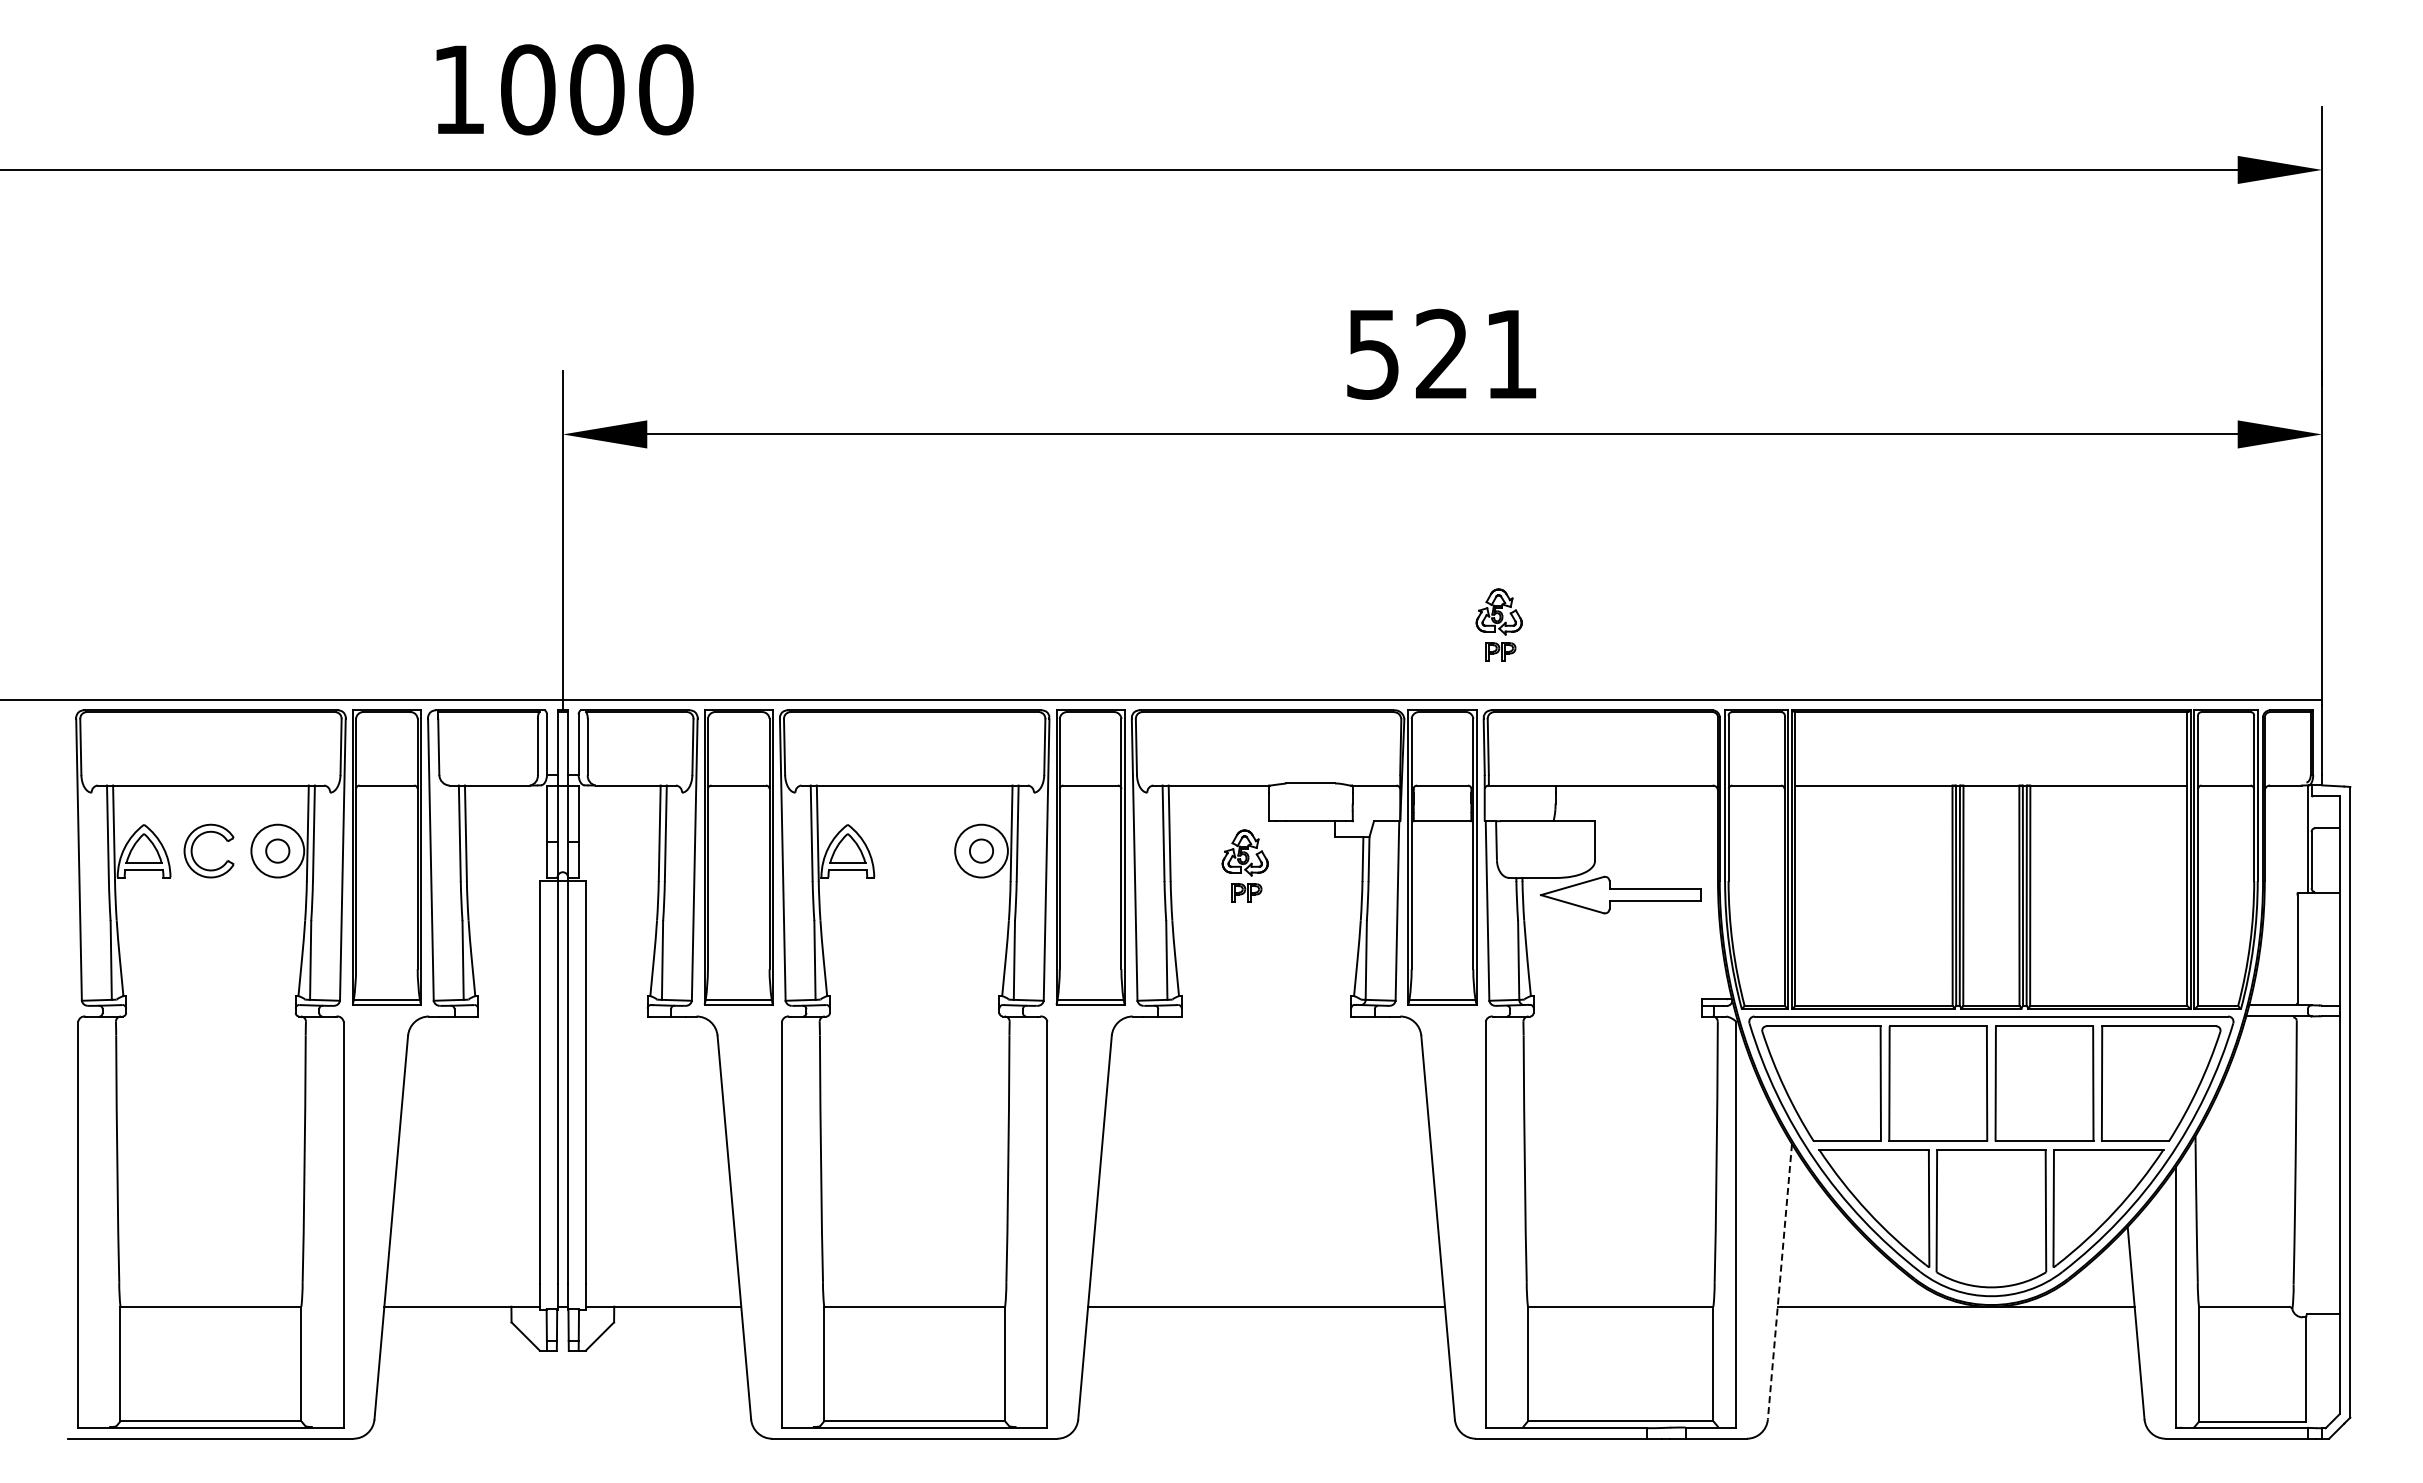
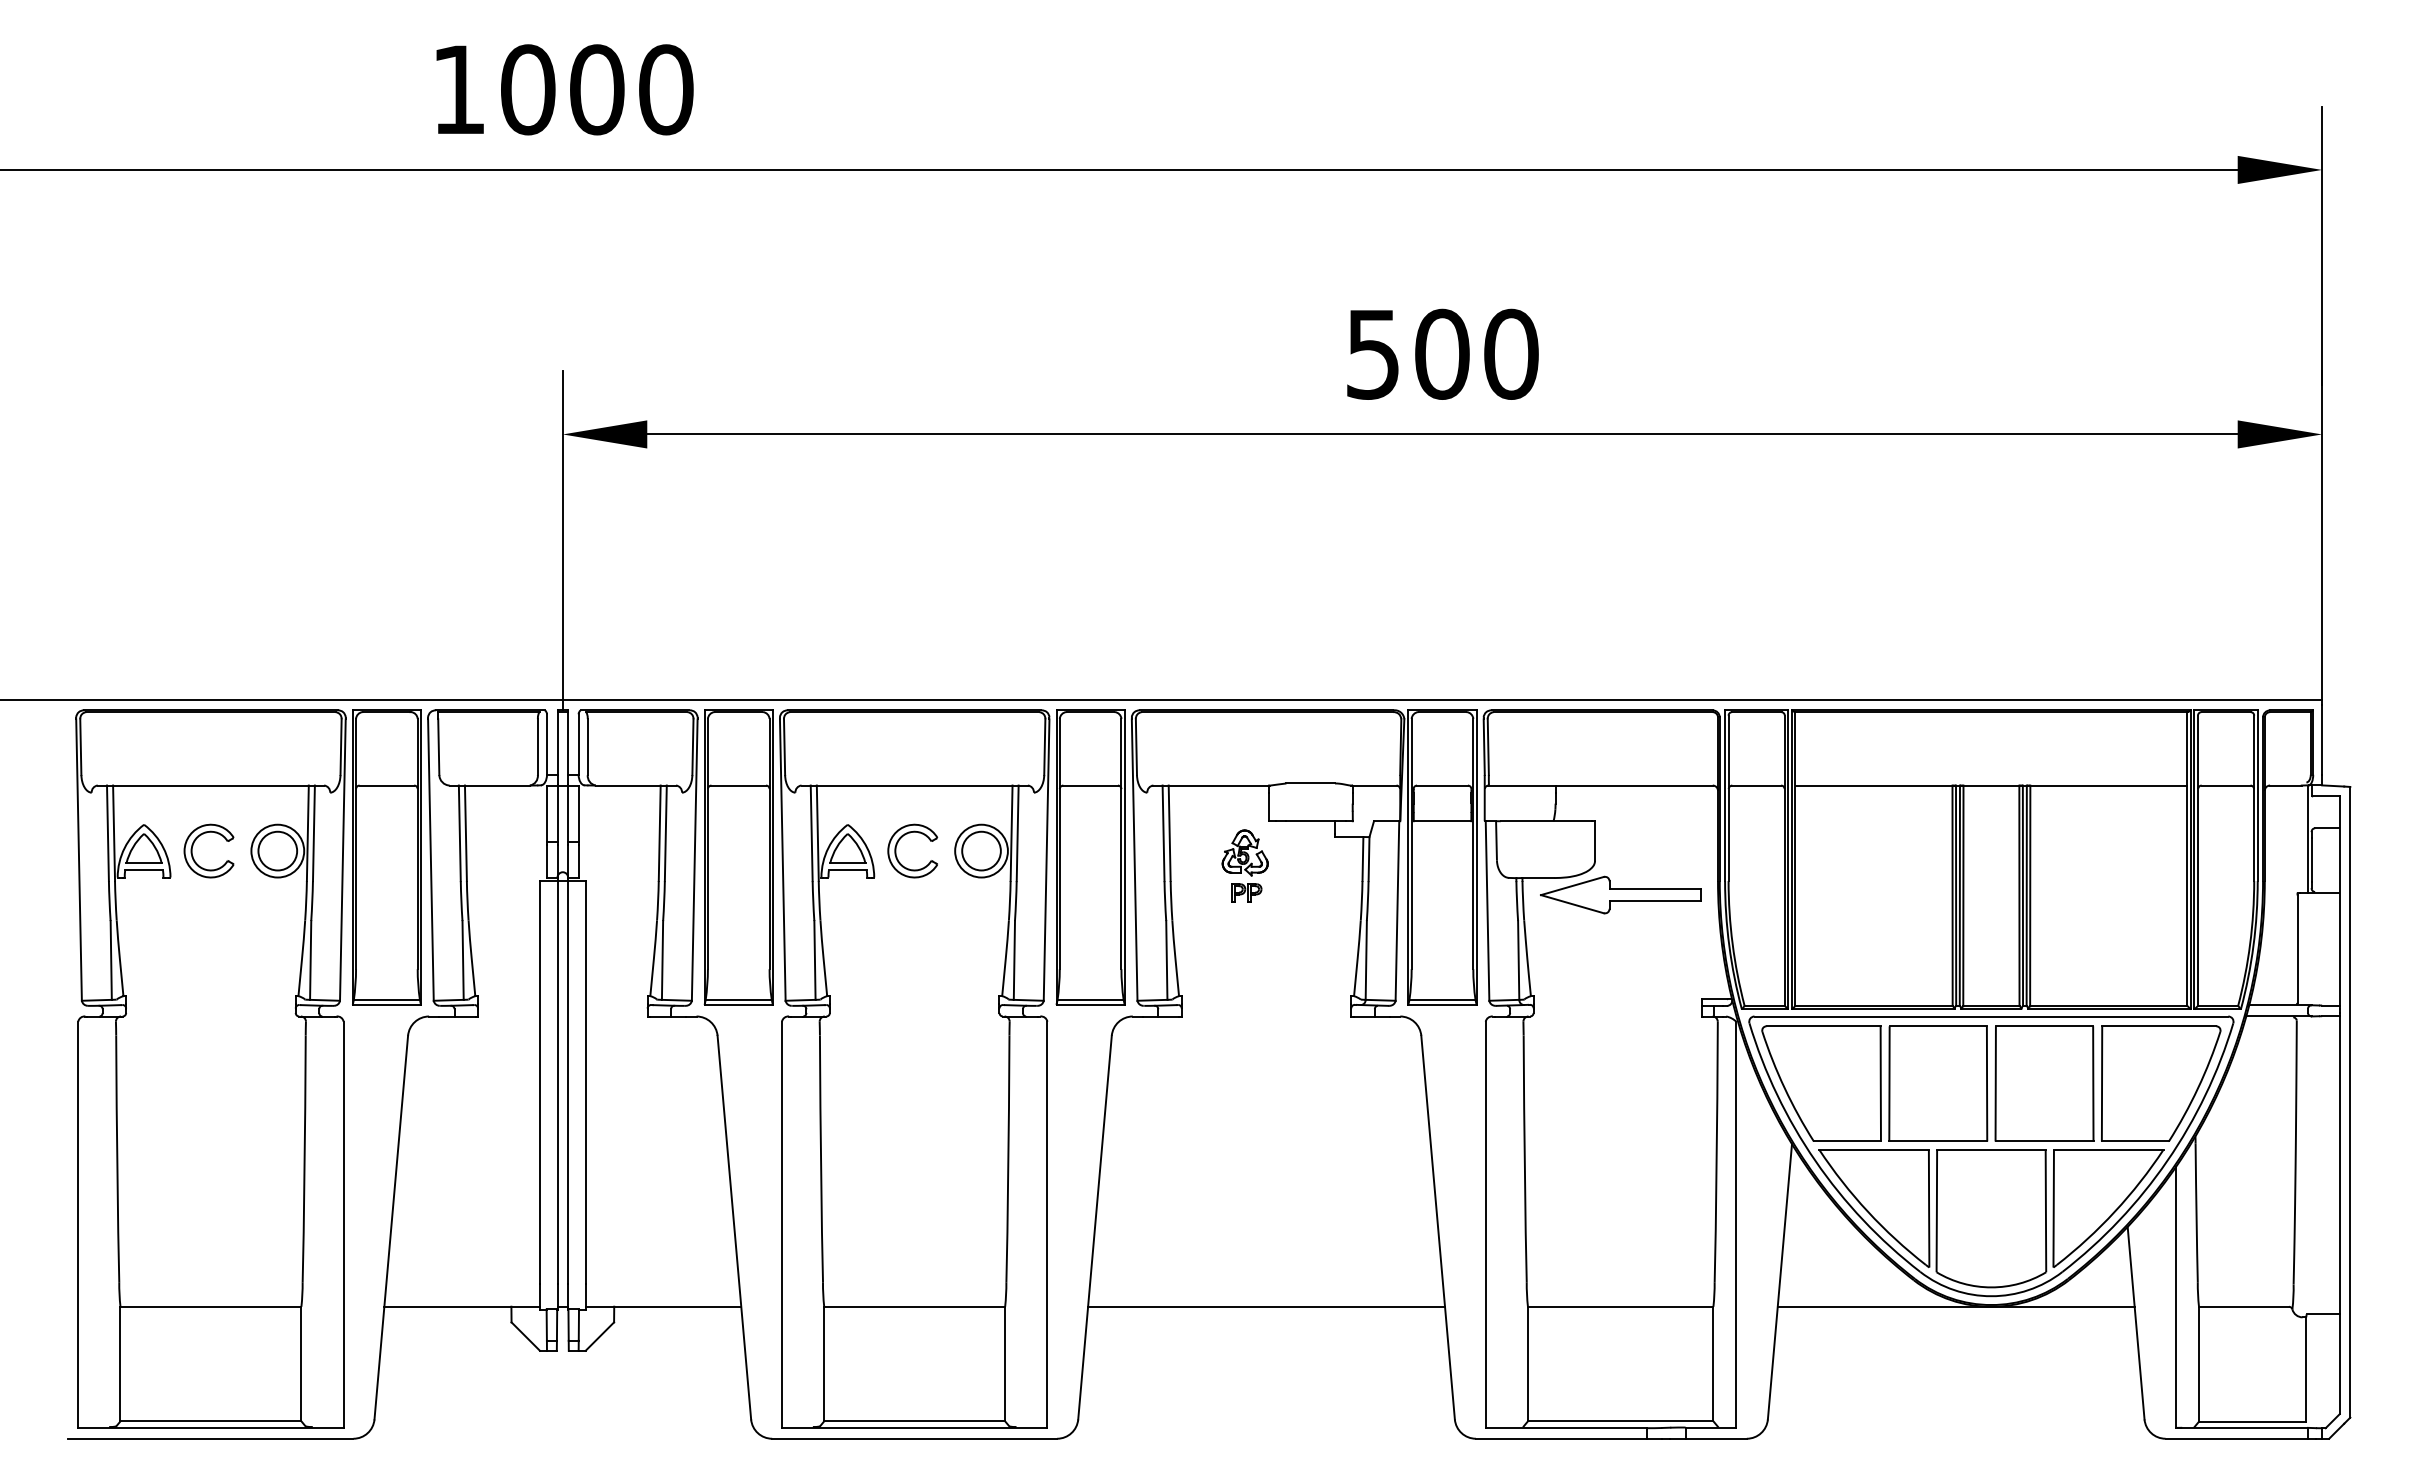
text at (1476, 353): 521 -> 500
part at (1498, 624): present -> none
part at (897, 845): none -> present
circle at (277, 850) diameter: 23 px -> 39 px
circle at (981, 850) diameter: 23 px -> 39 px
line at (1779, 1282): dashed -> solid
